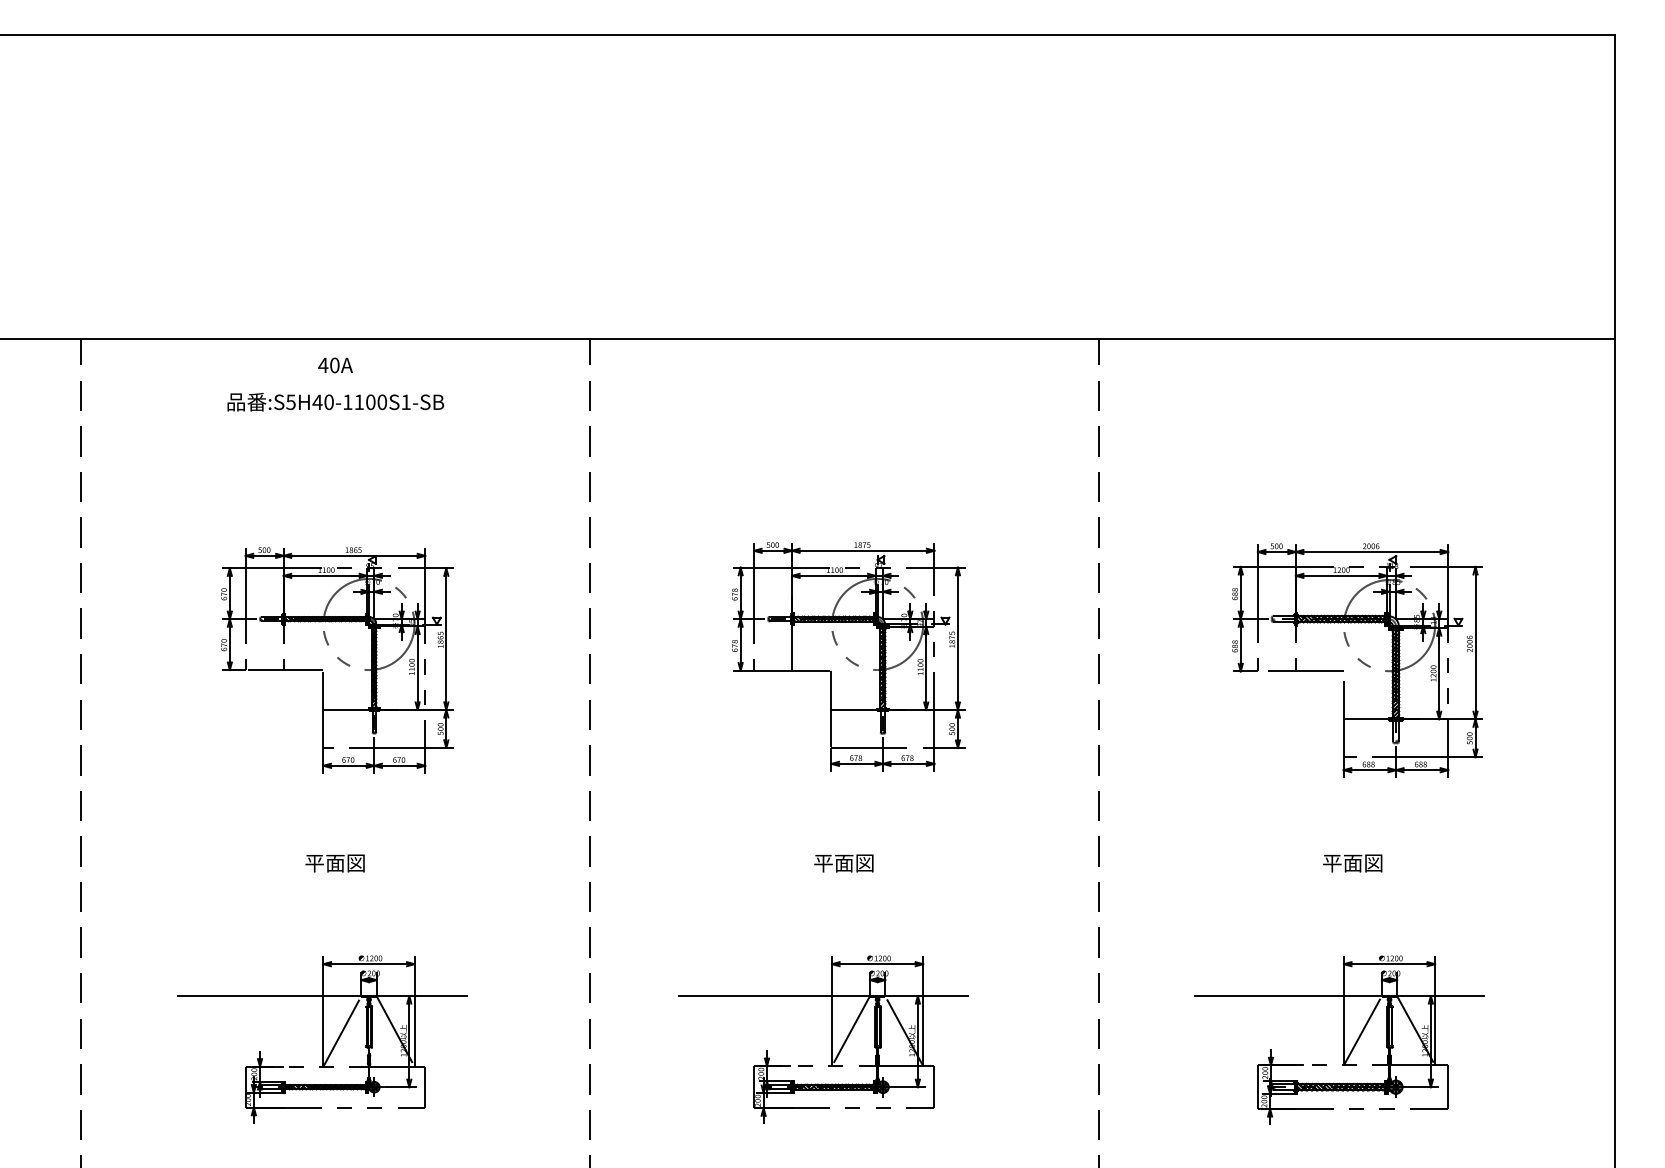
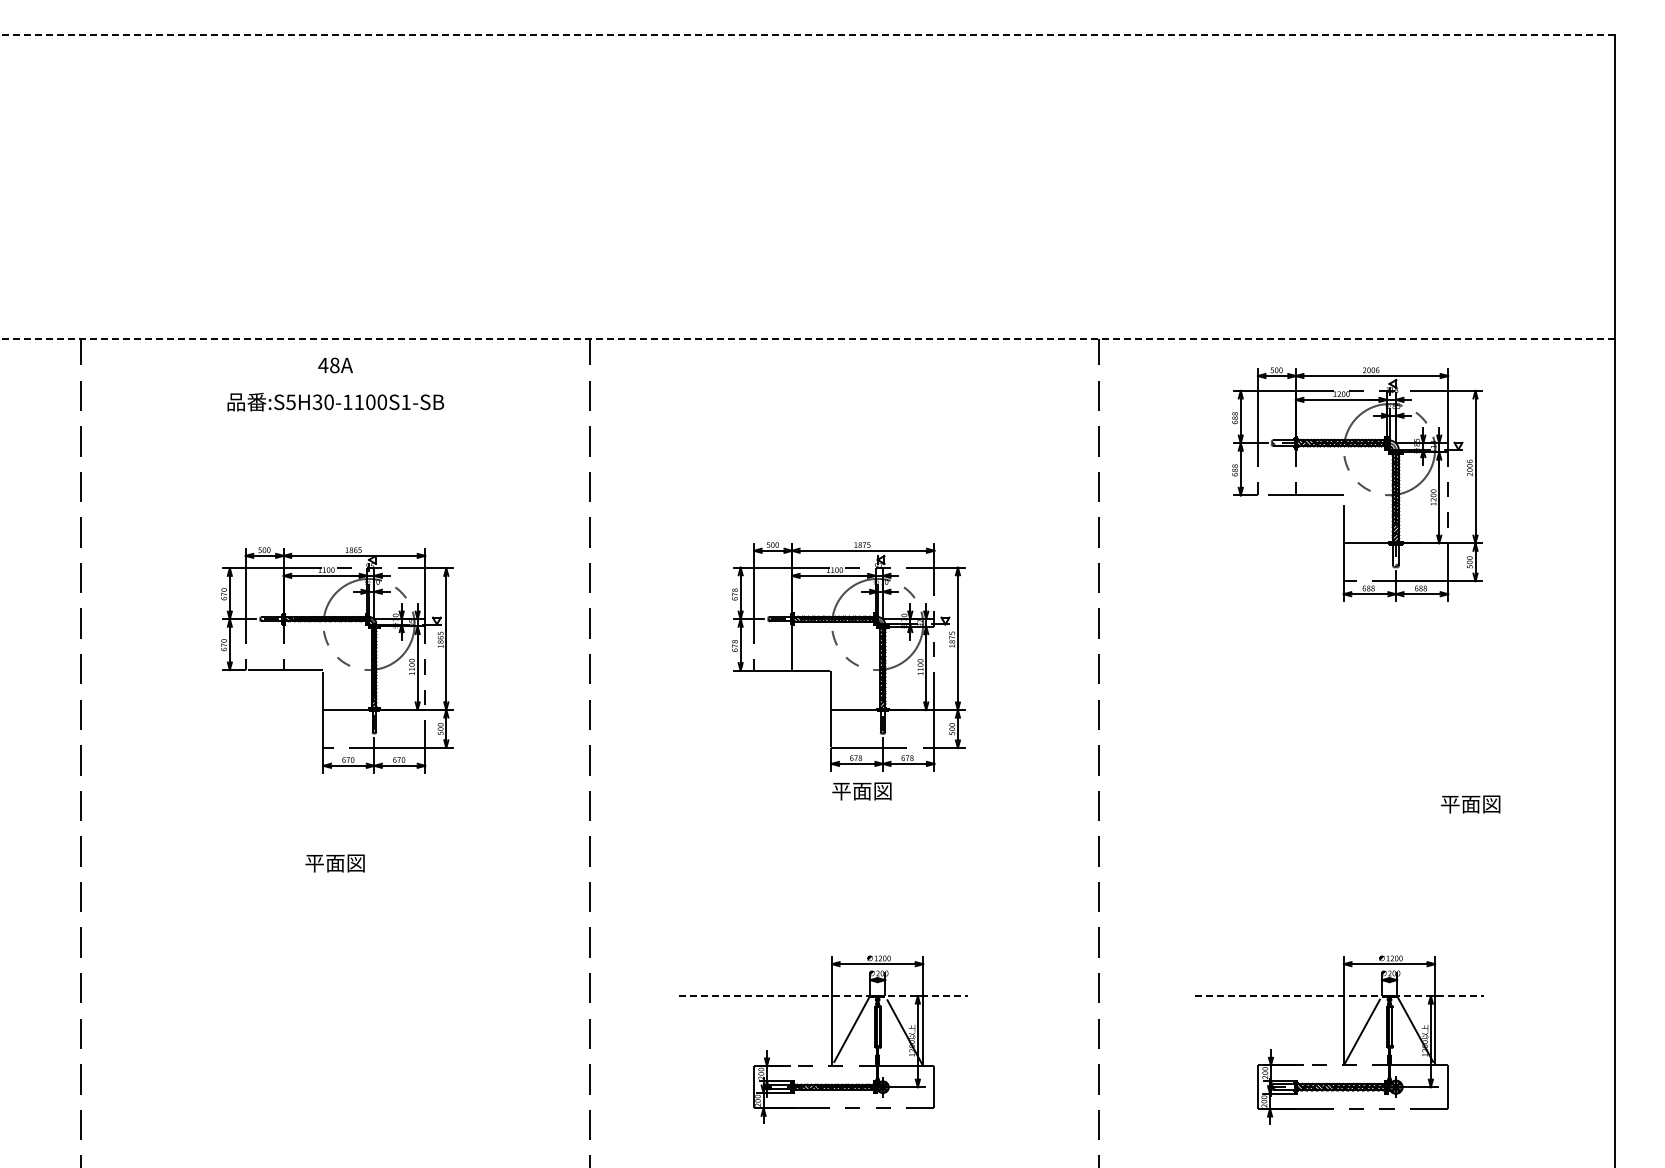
line at (807, 35): solid -> dashed
line at (807, 338): solid -> dashed
text at (334, 365): 40A -> 48A
text at (317, 402): :S5H40-1100S1-SB -> :S5H30-1100S1-SB
part at (1357, 660) position: (1357, 660) -> (1357, 484)
text at (843, 863) position: (843, 863) -> (861, 791)
text at (1352, 863) position: (1352, 863) -> (1470, 804)
line at (823, 996): solid -> dashed
line at (1339, 996): solid -> dashed
part at (322, 1039): present -> none
